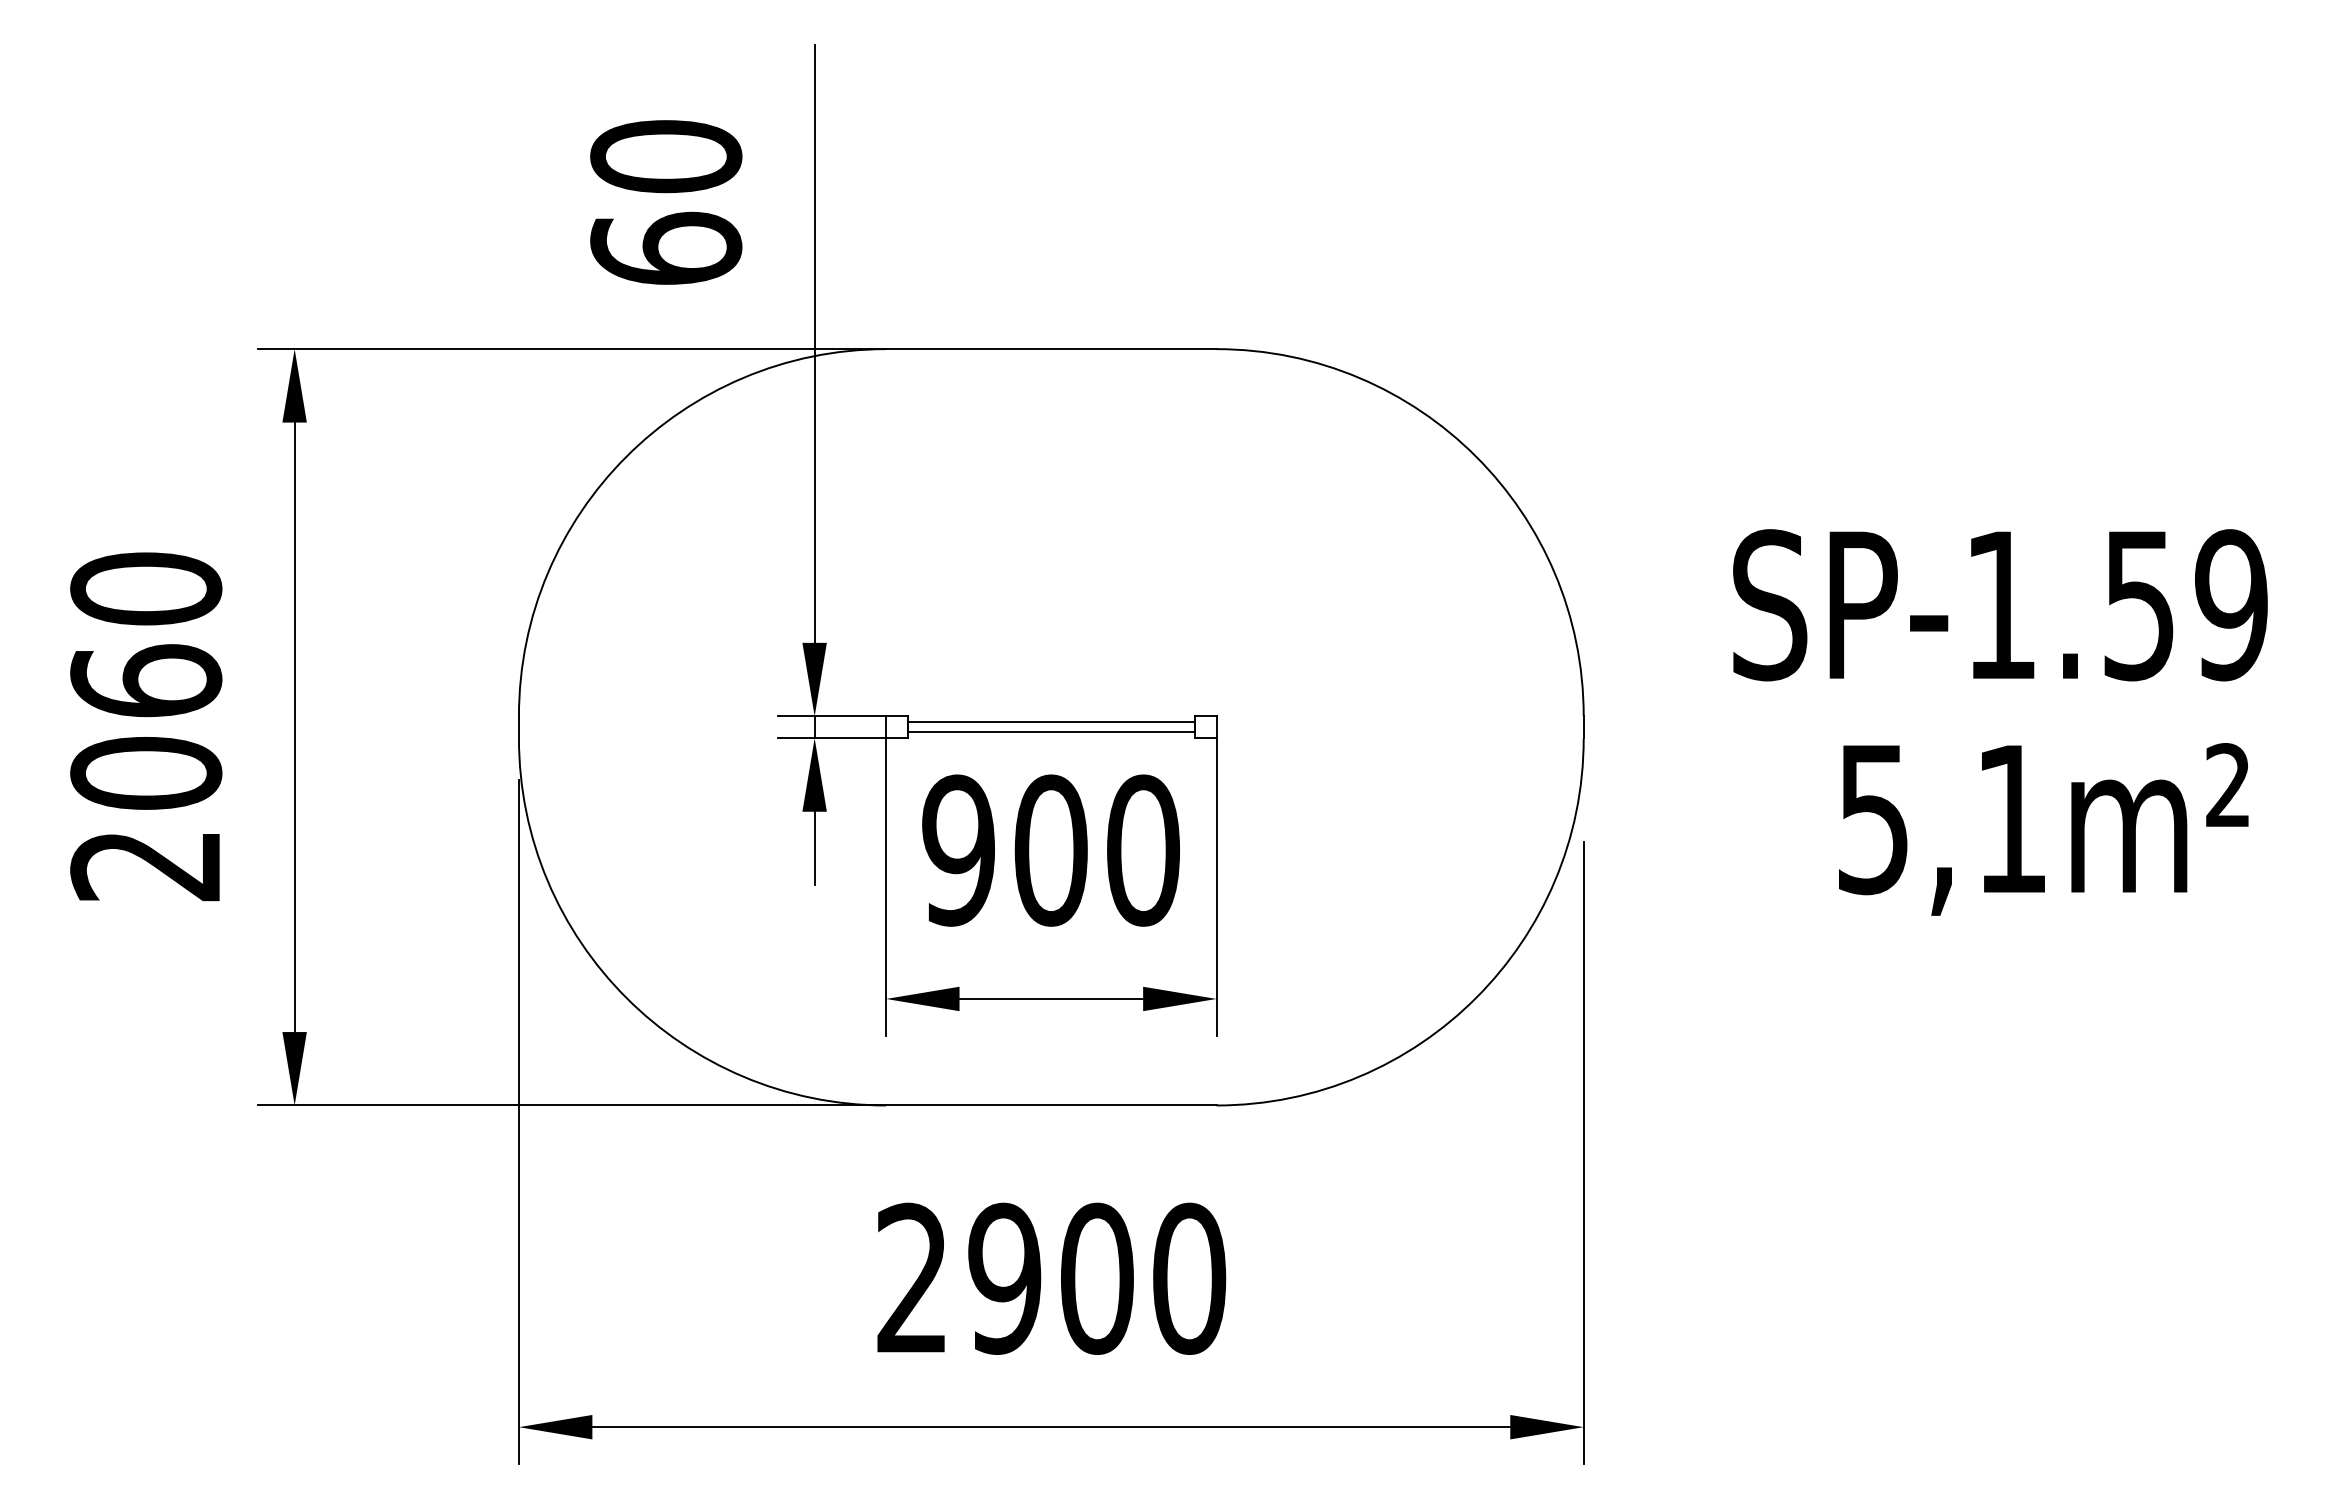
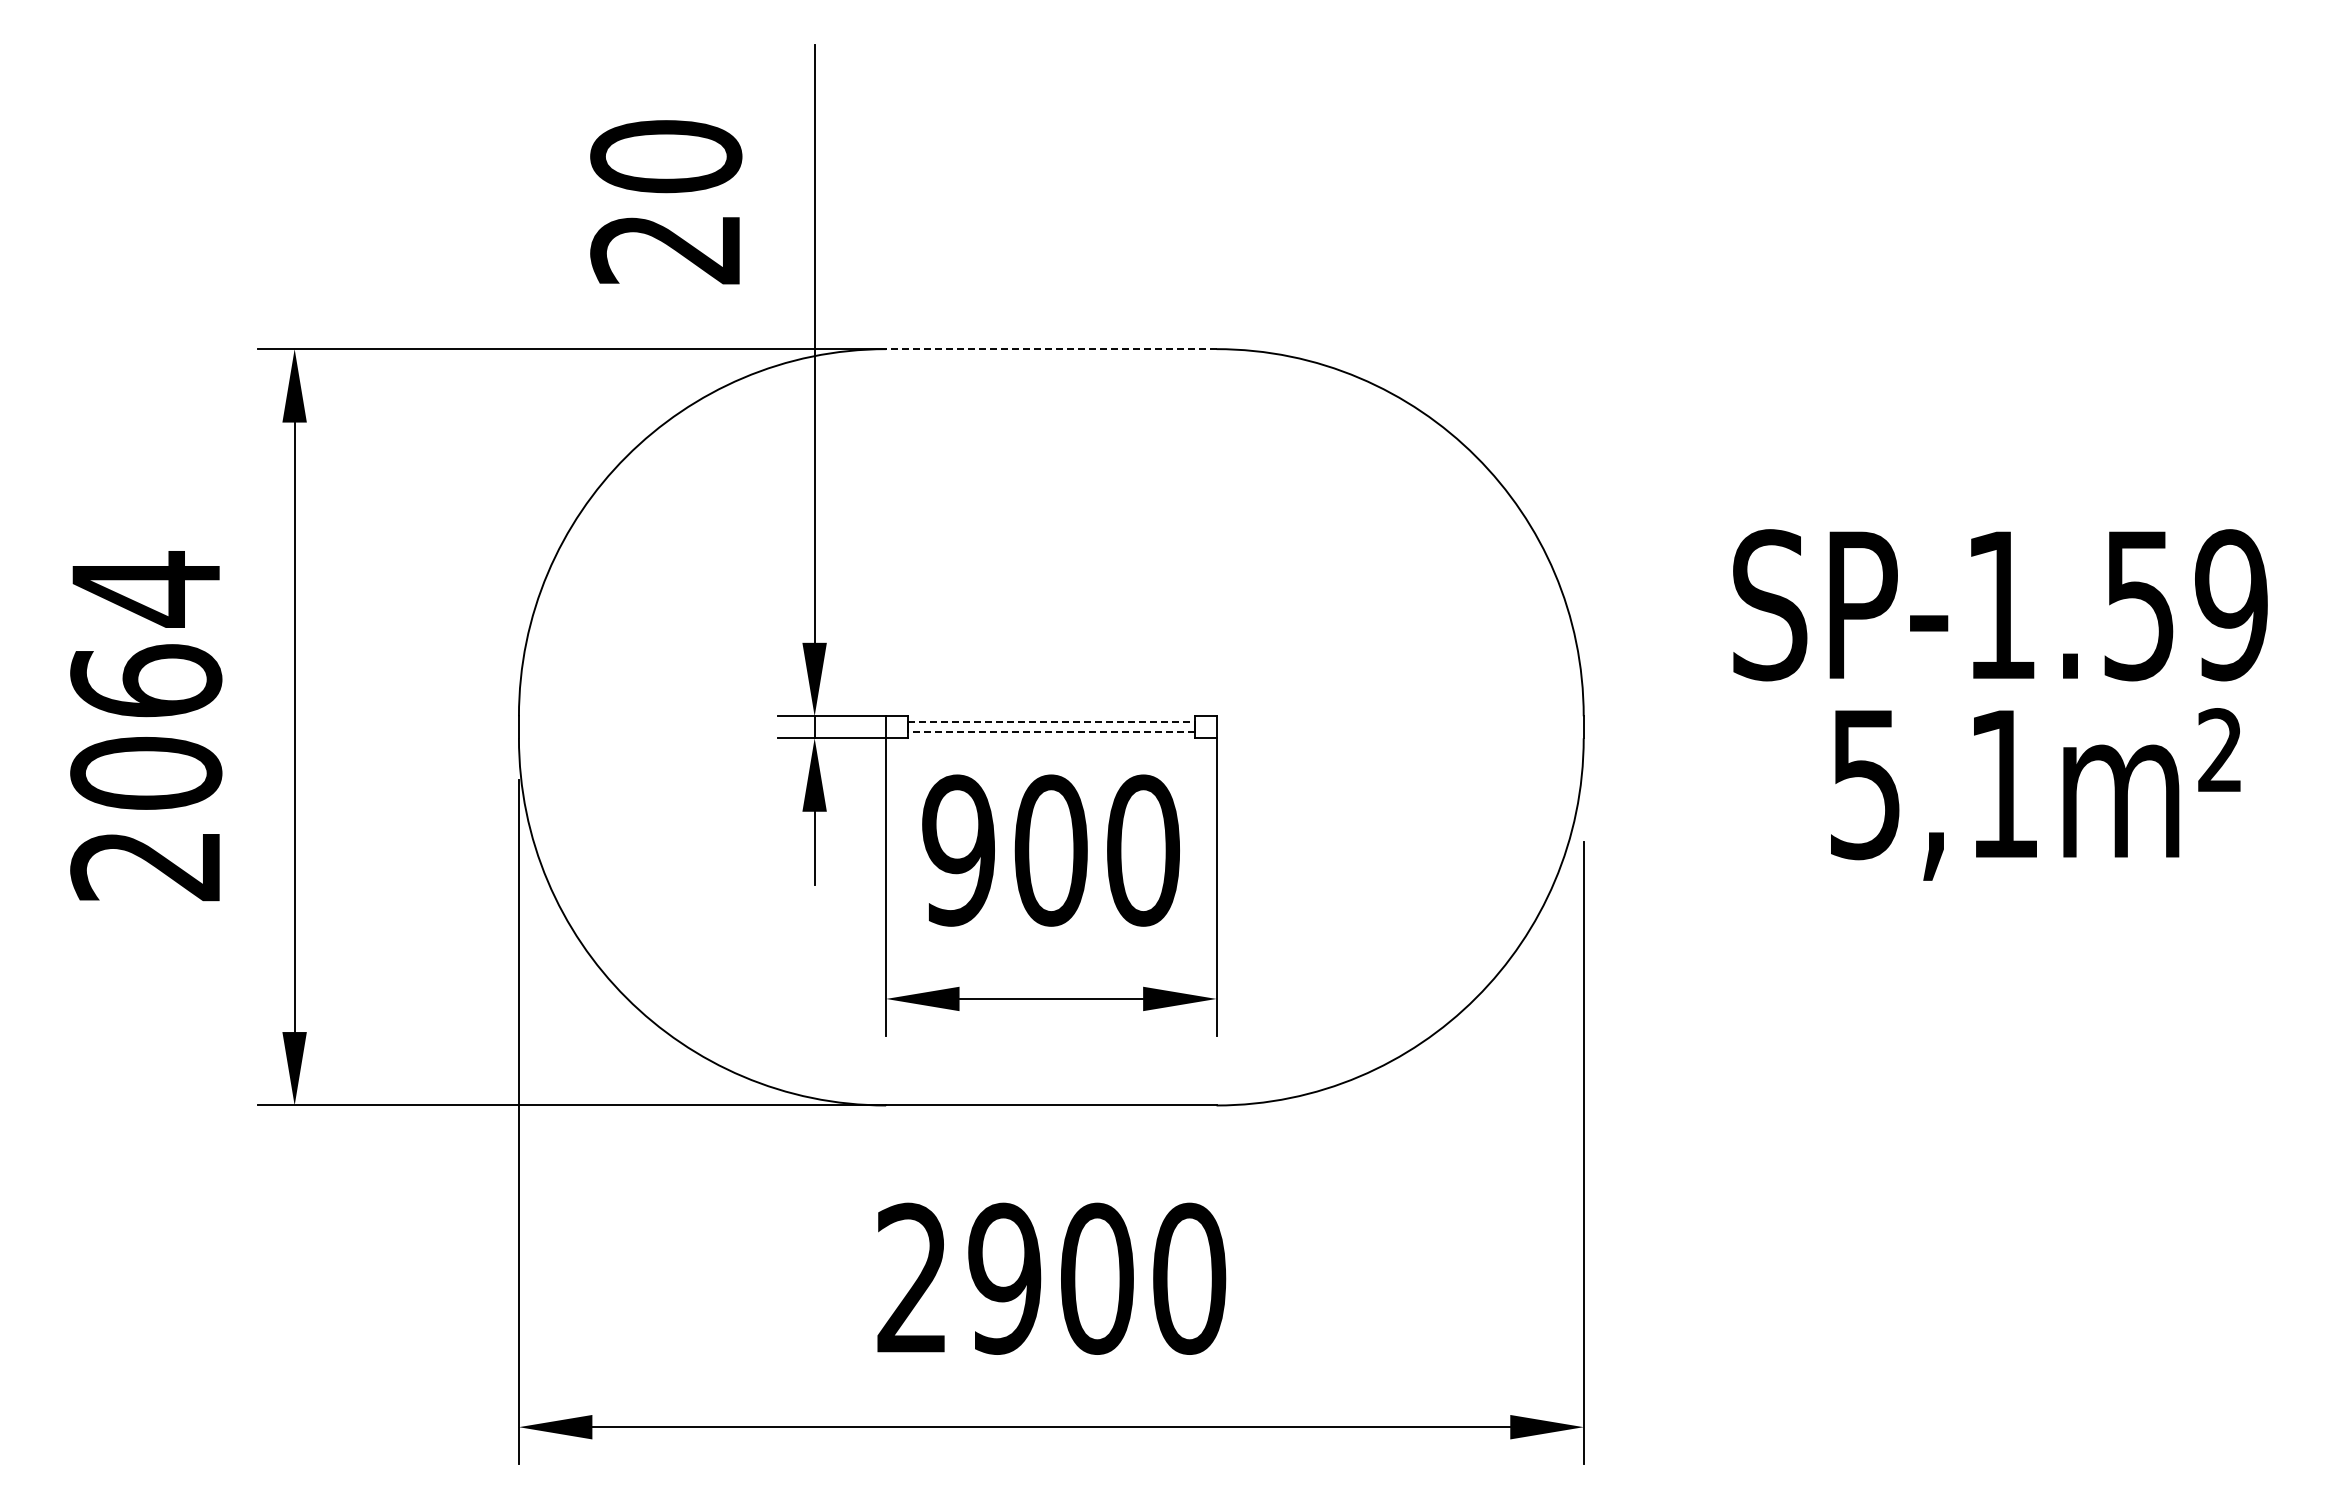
text at (666, 247): 60 -> 20
line at (1050, 349): solid -> dashed
text at (146, 589): 2060 -> 2064
line at (1051, 722): solid -> dashed
line at (1050, 732): solid -> dashed
text at (2043, 829) position: (2043, 829) -> (2035, 794)
